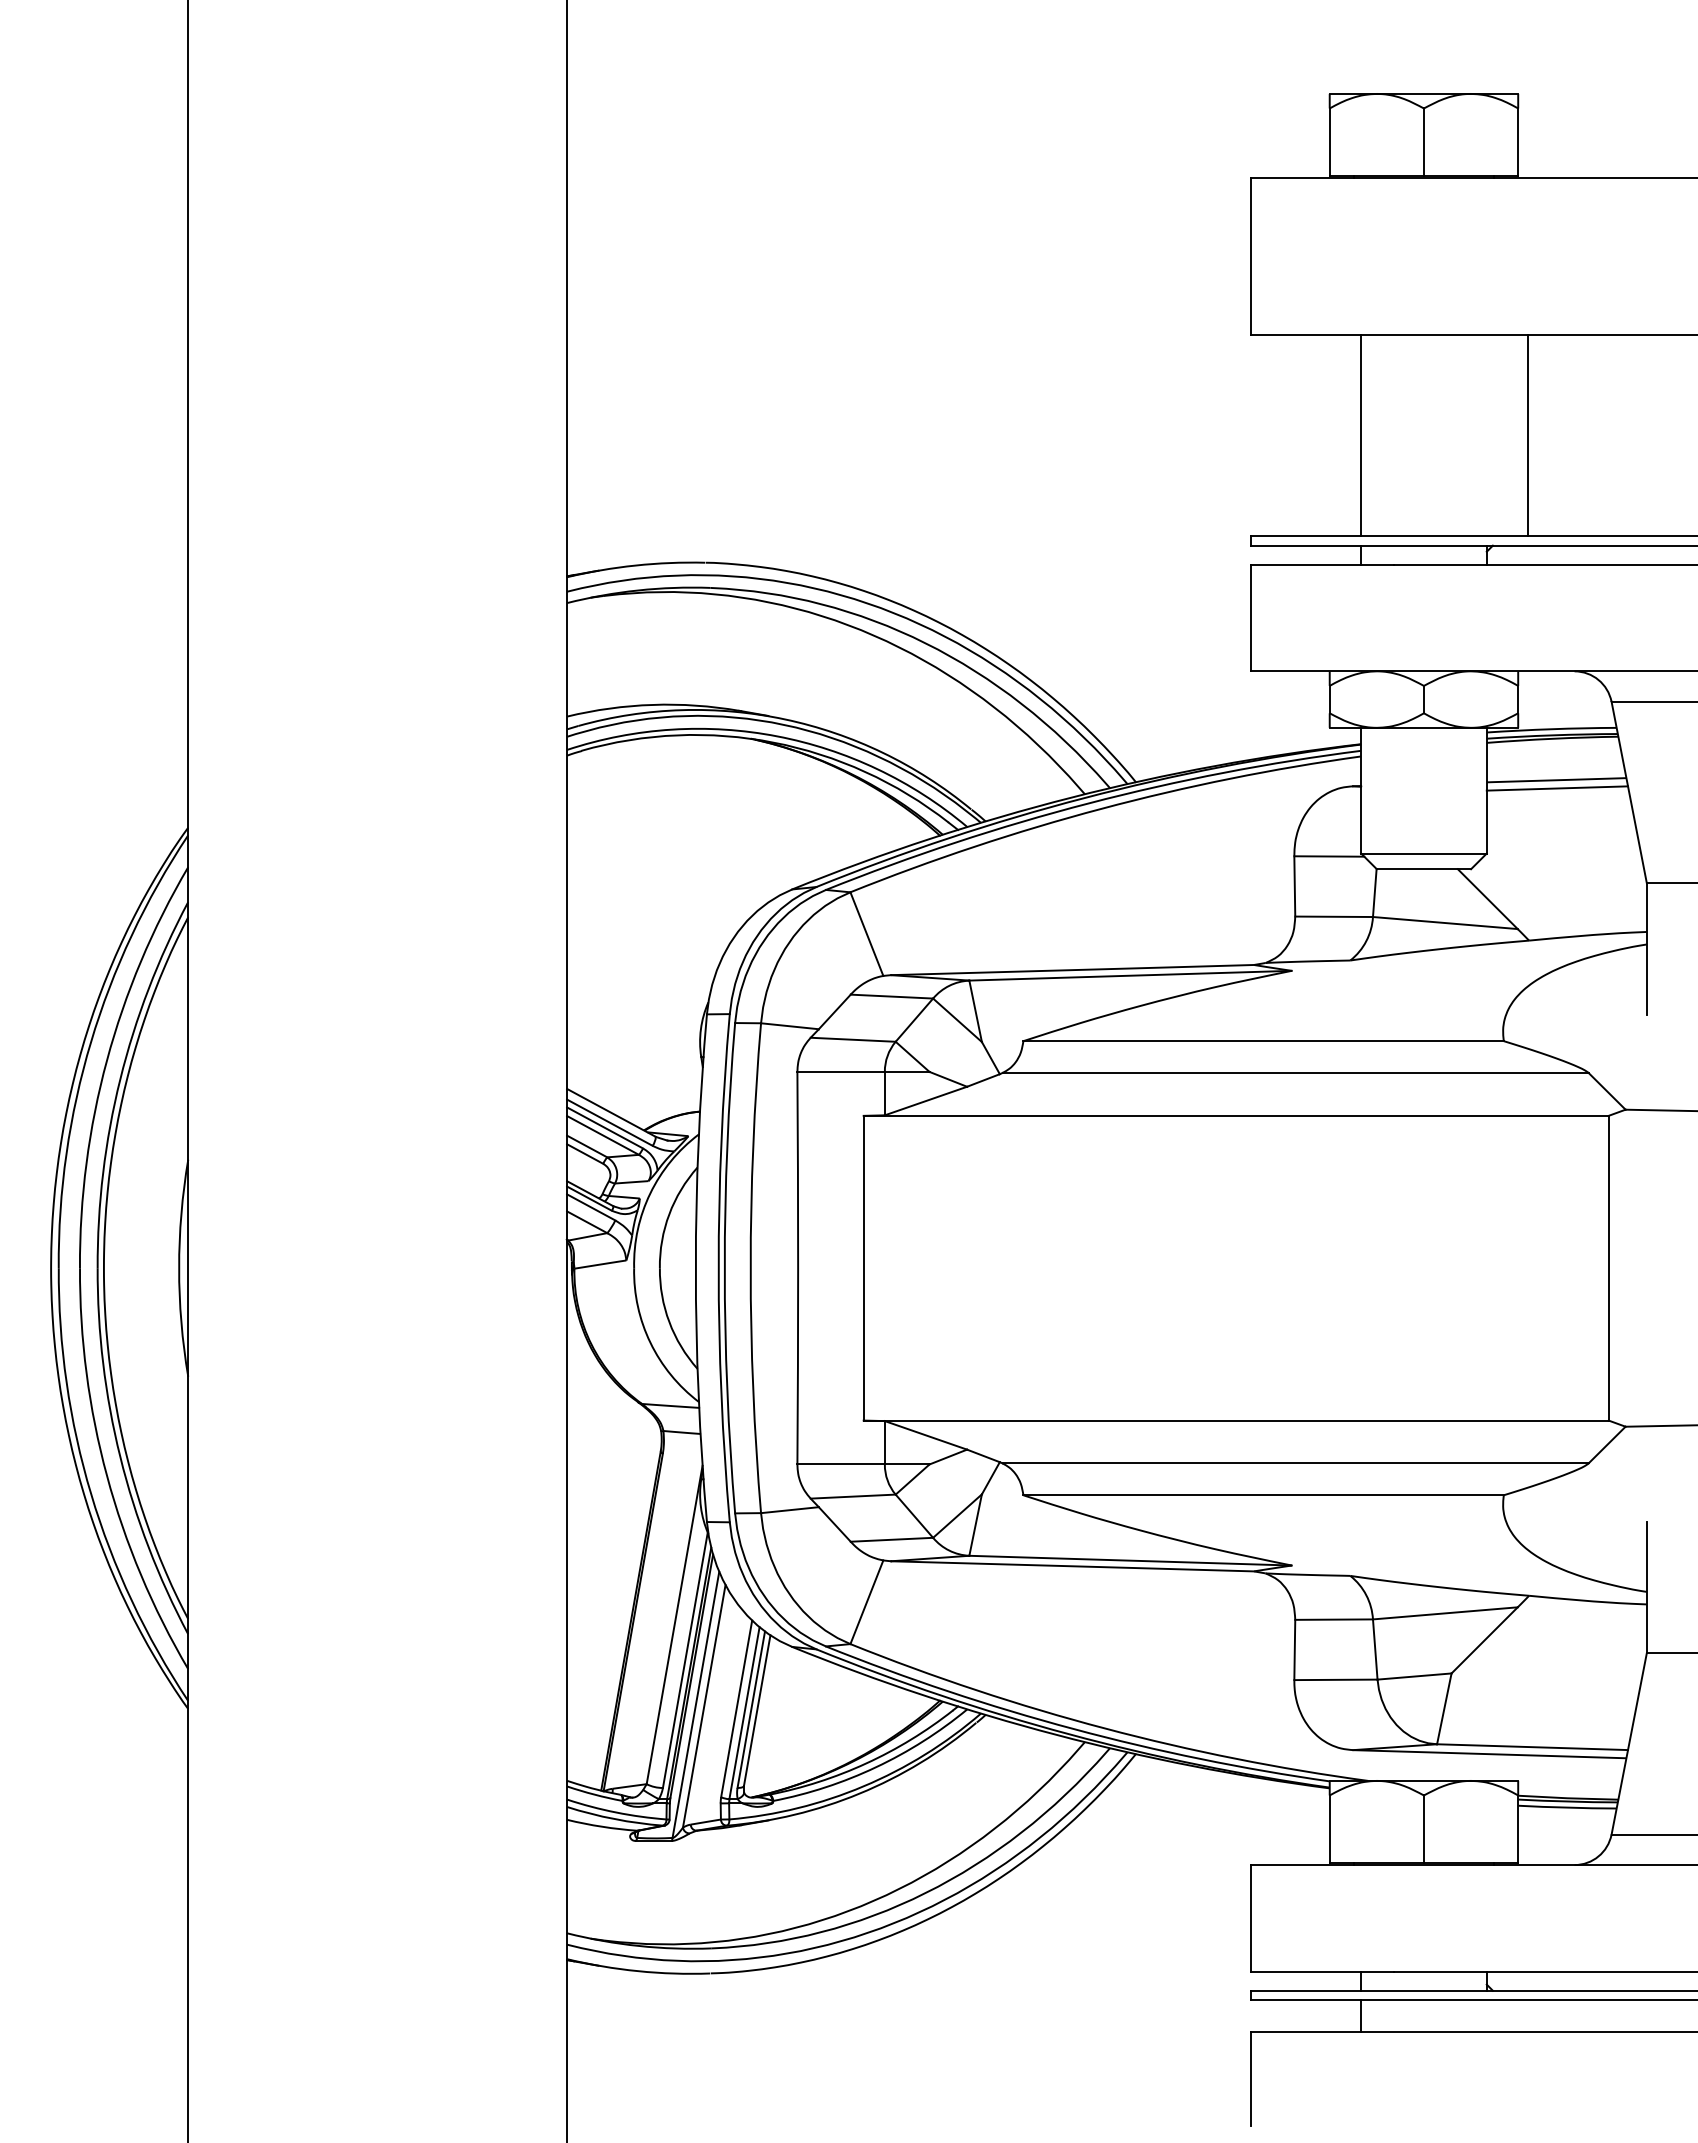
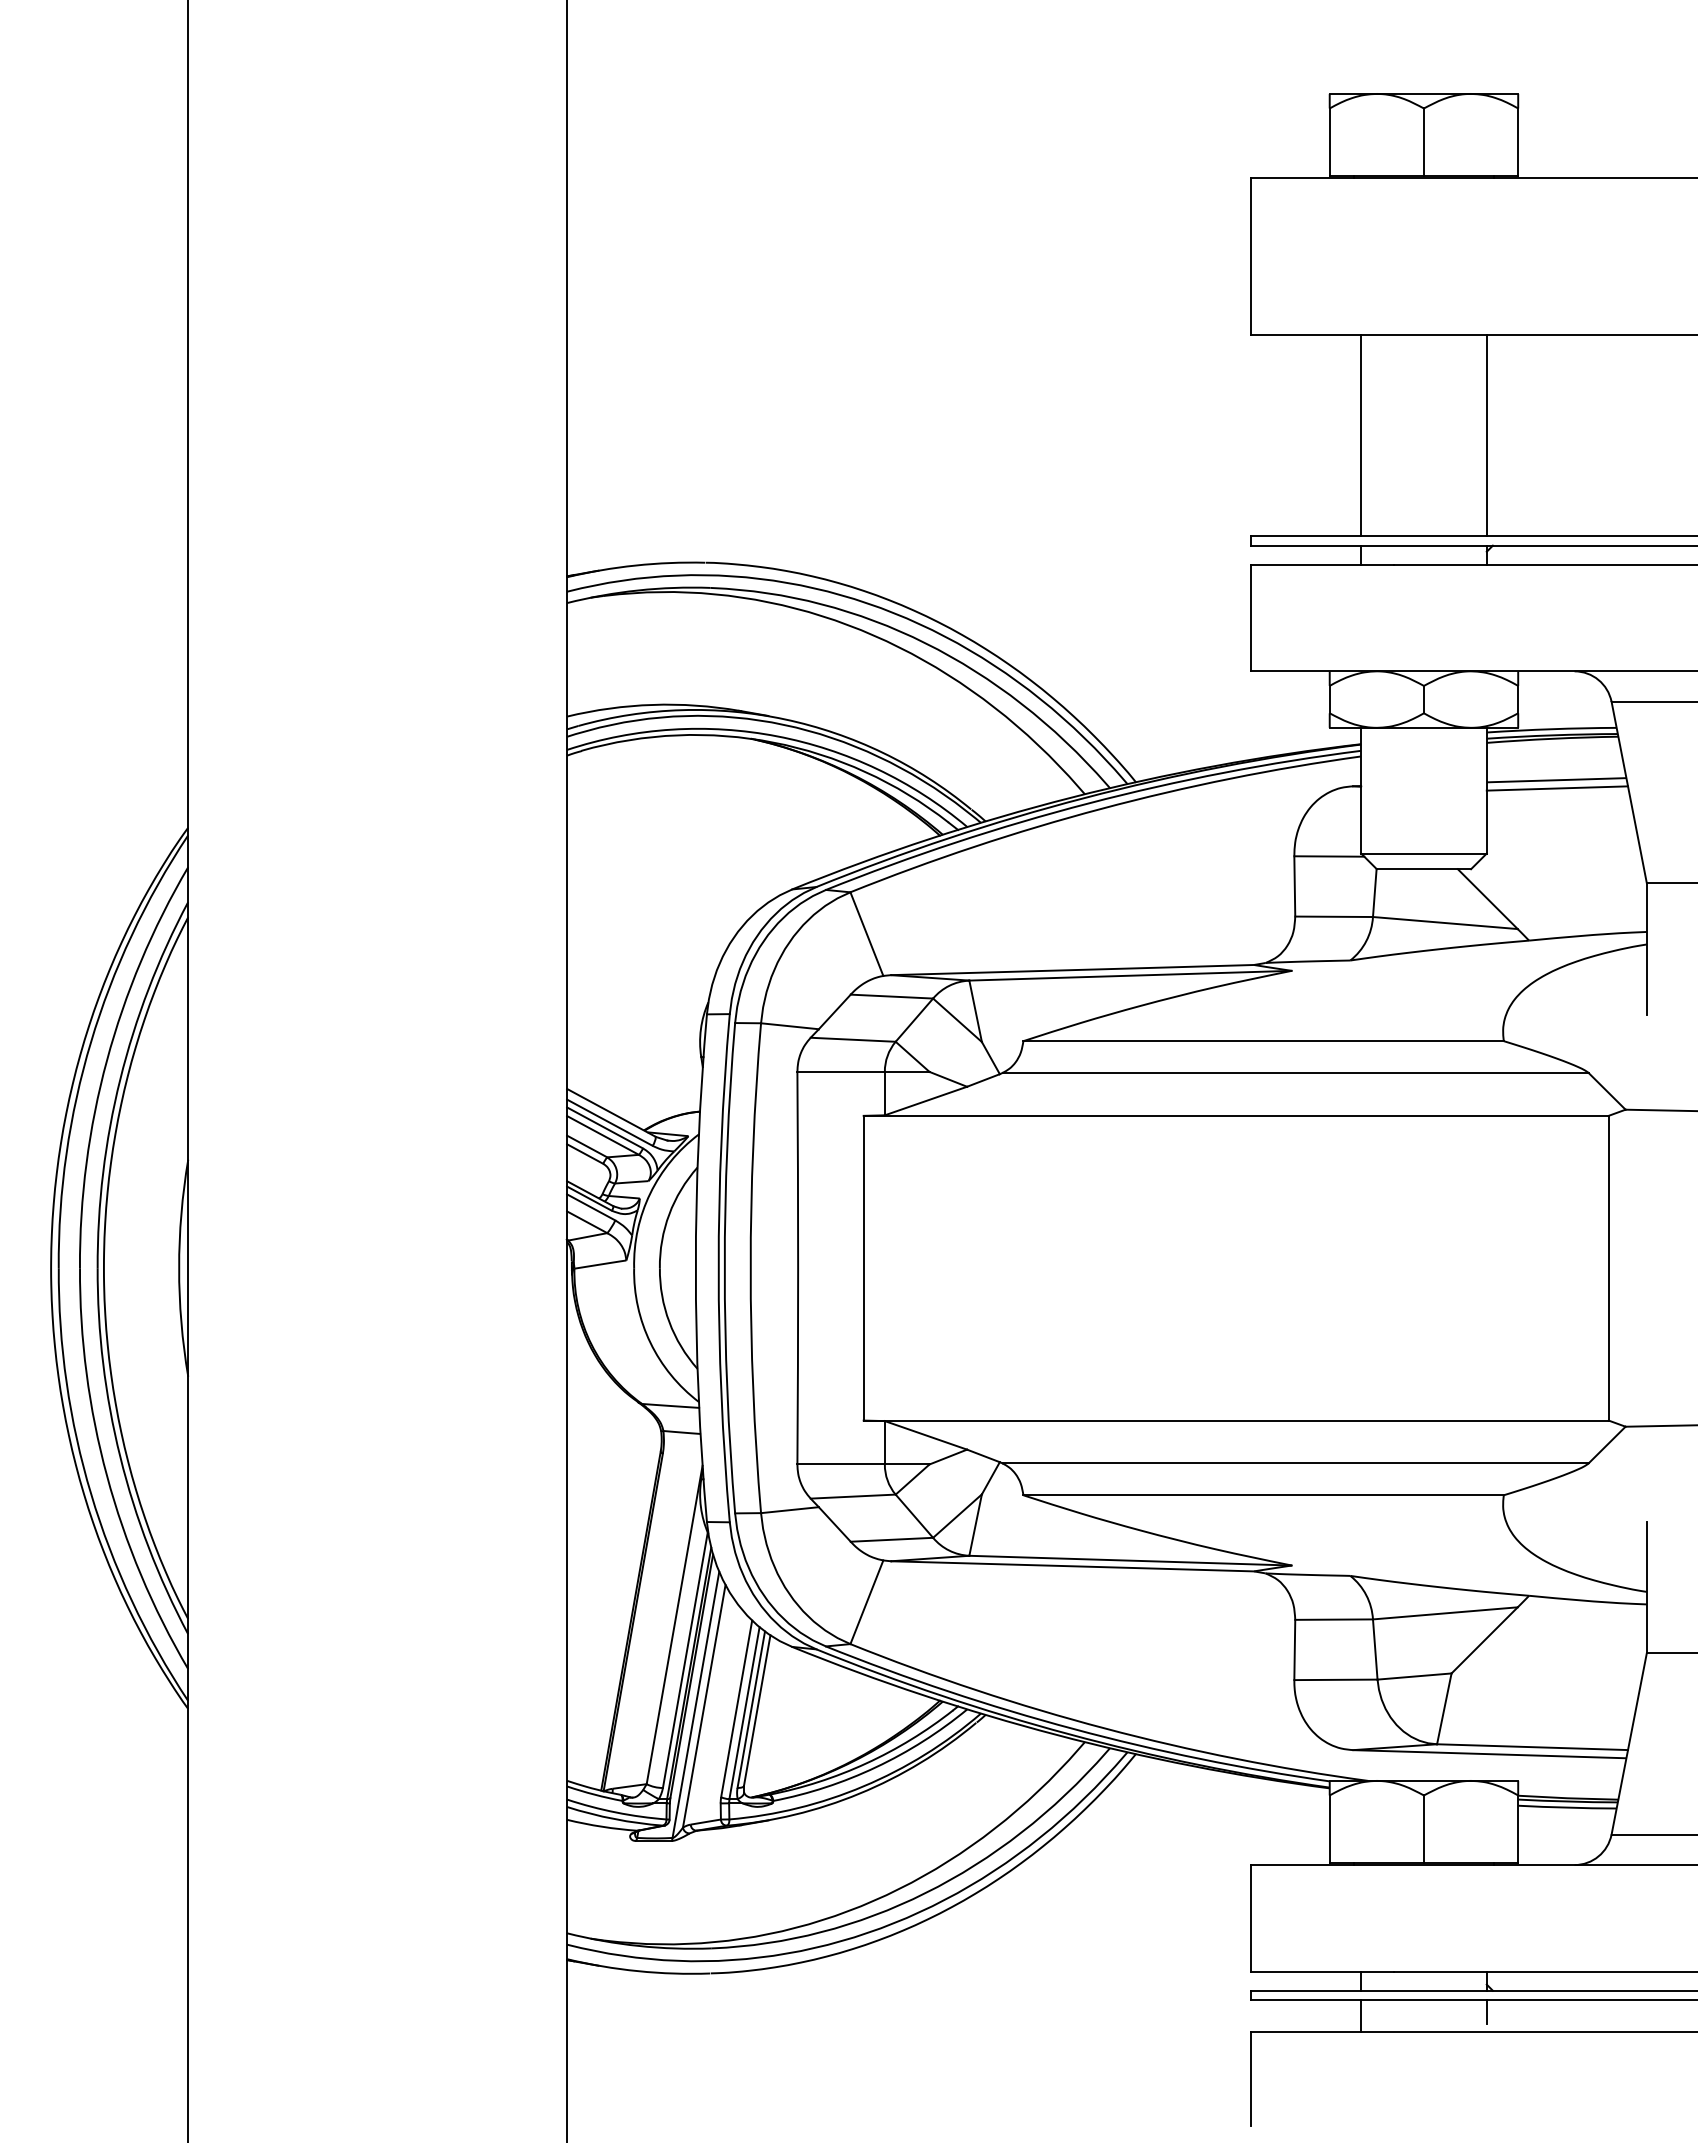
line at (1527, 435) position: (1527, 435) -> (1486, 435)
line at (1486, 2012): none -> present
